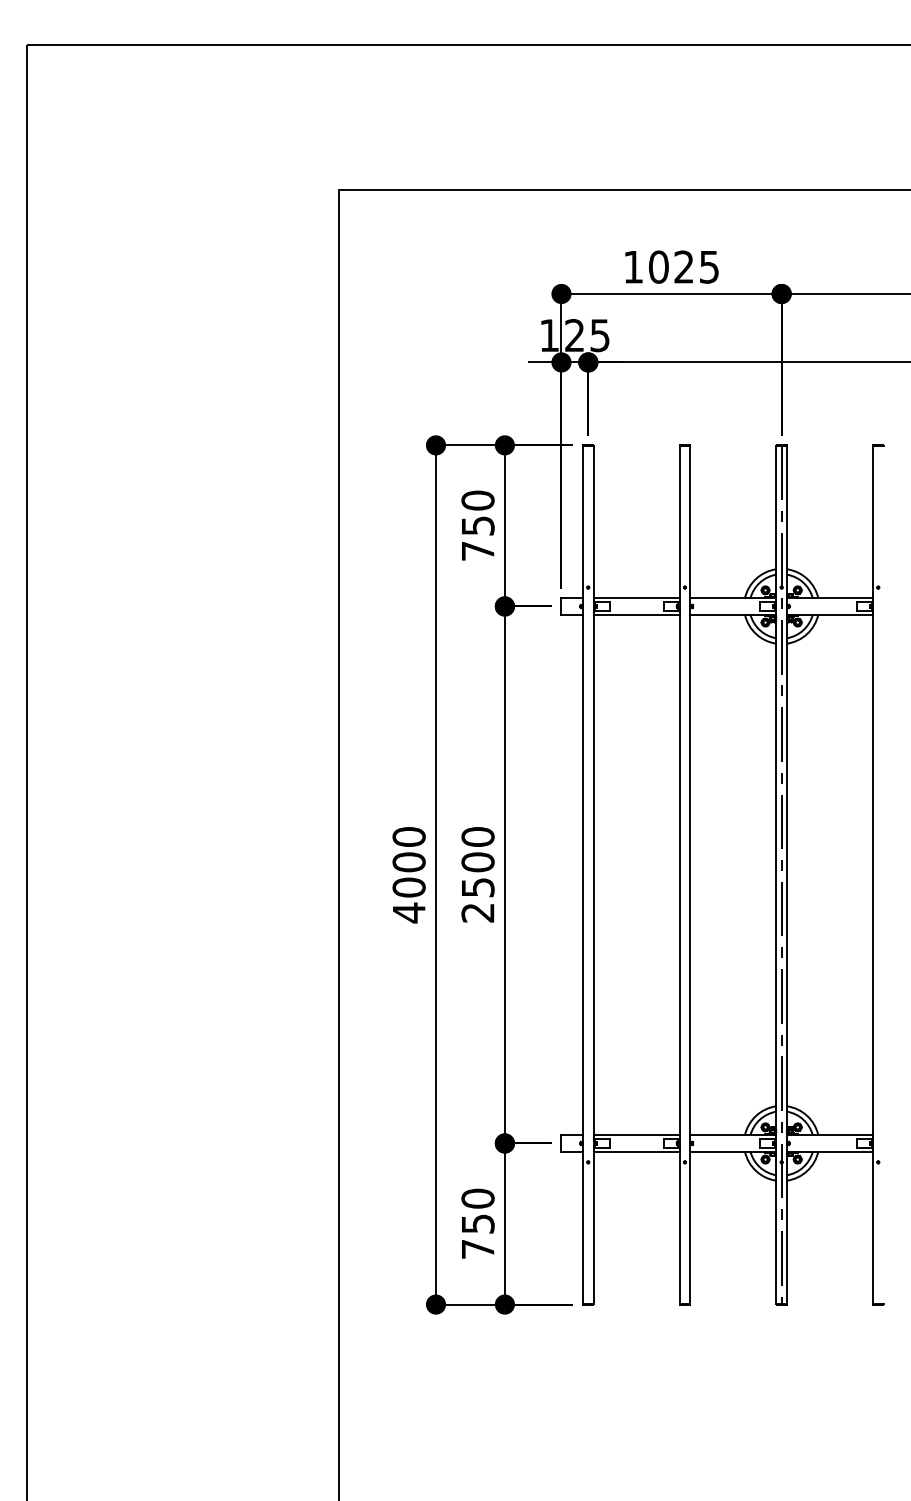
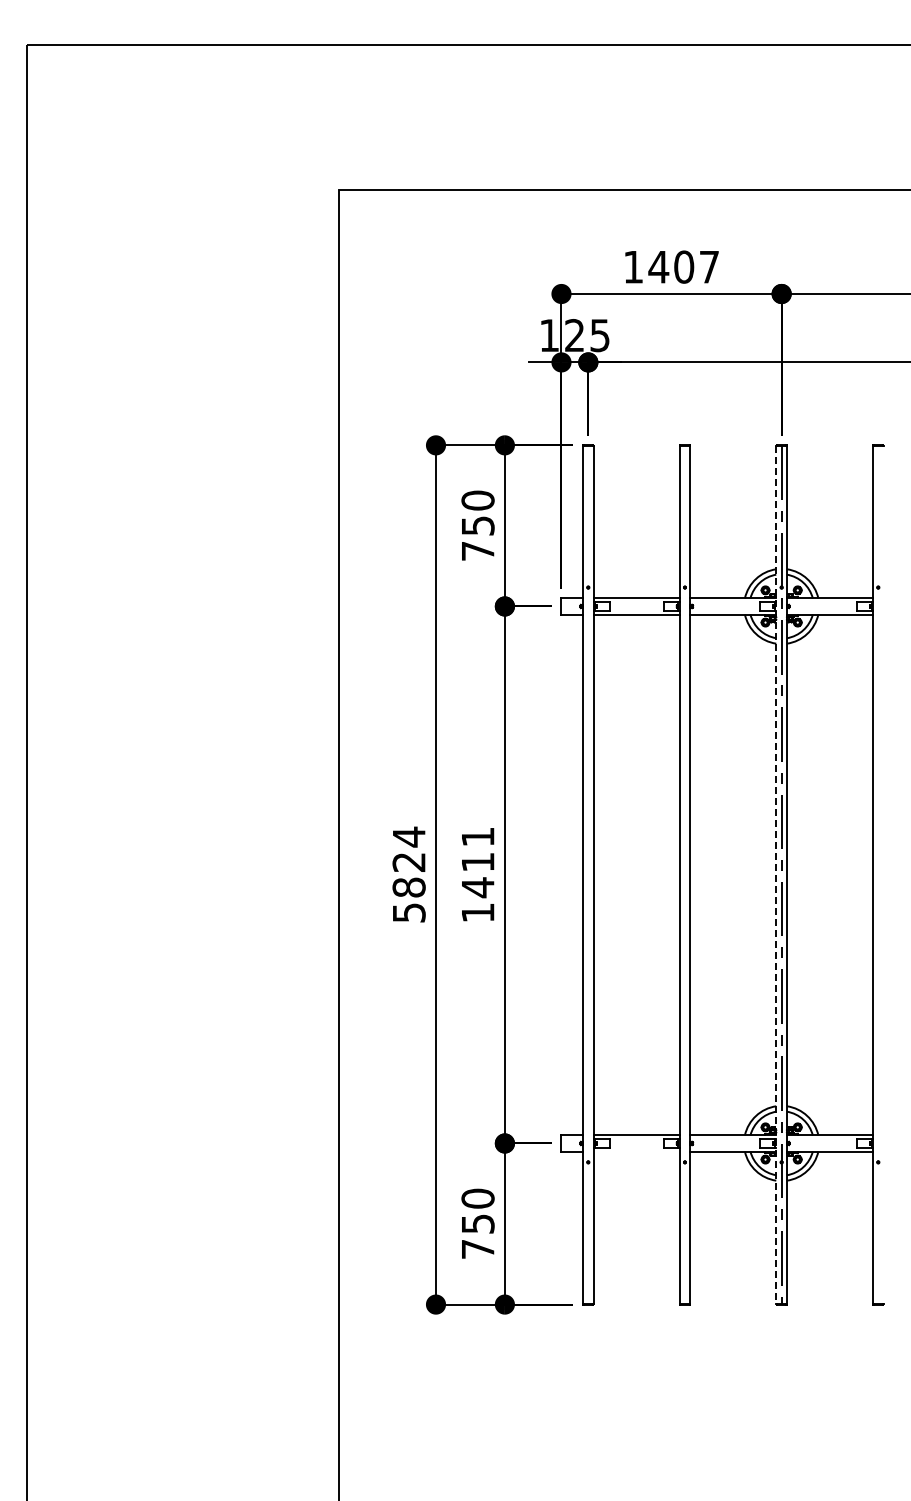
text at (683, 266): 1025 -> 1407
text at (408, 874): 4000 -> 5824
text at (477, 874): 2500 -> 1411
line at (776, 875): solid -> dashed
line at (636, 1151): present -> none
